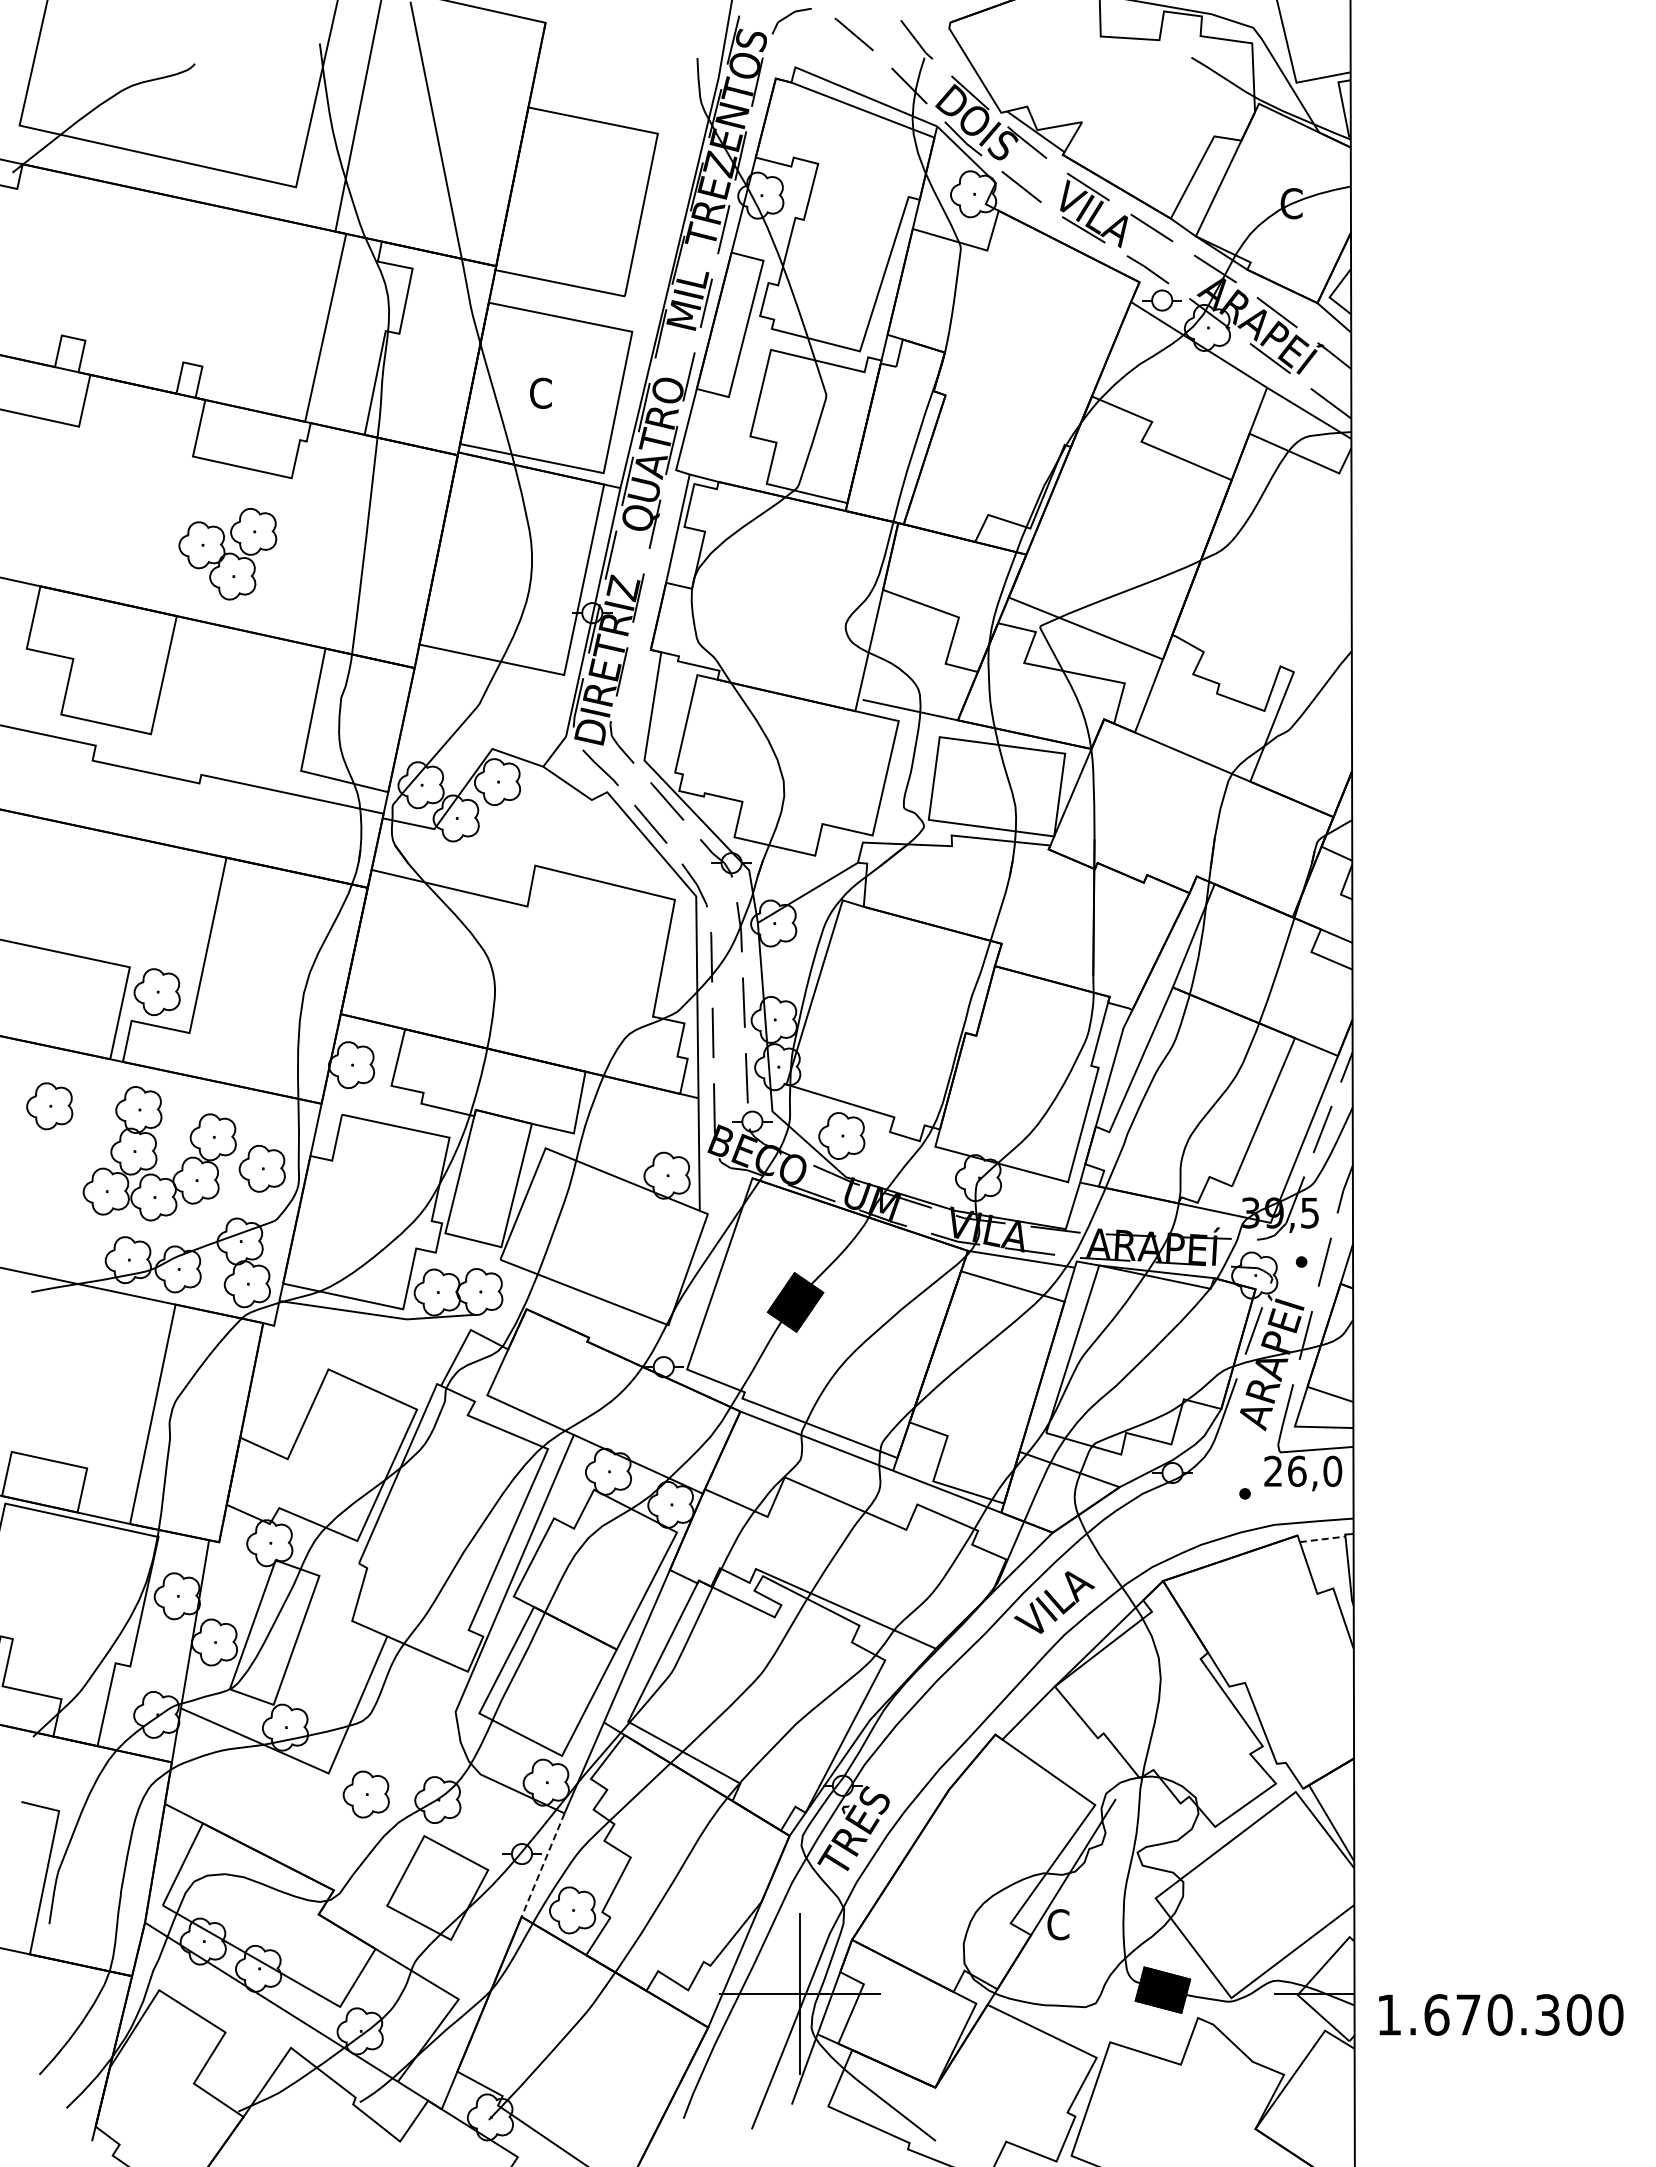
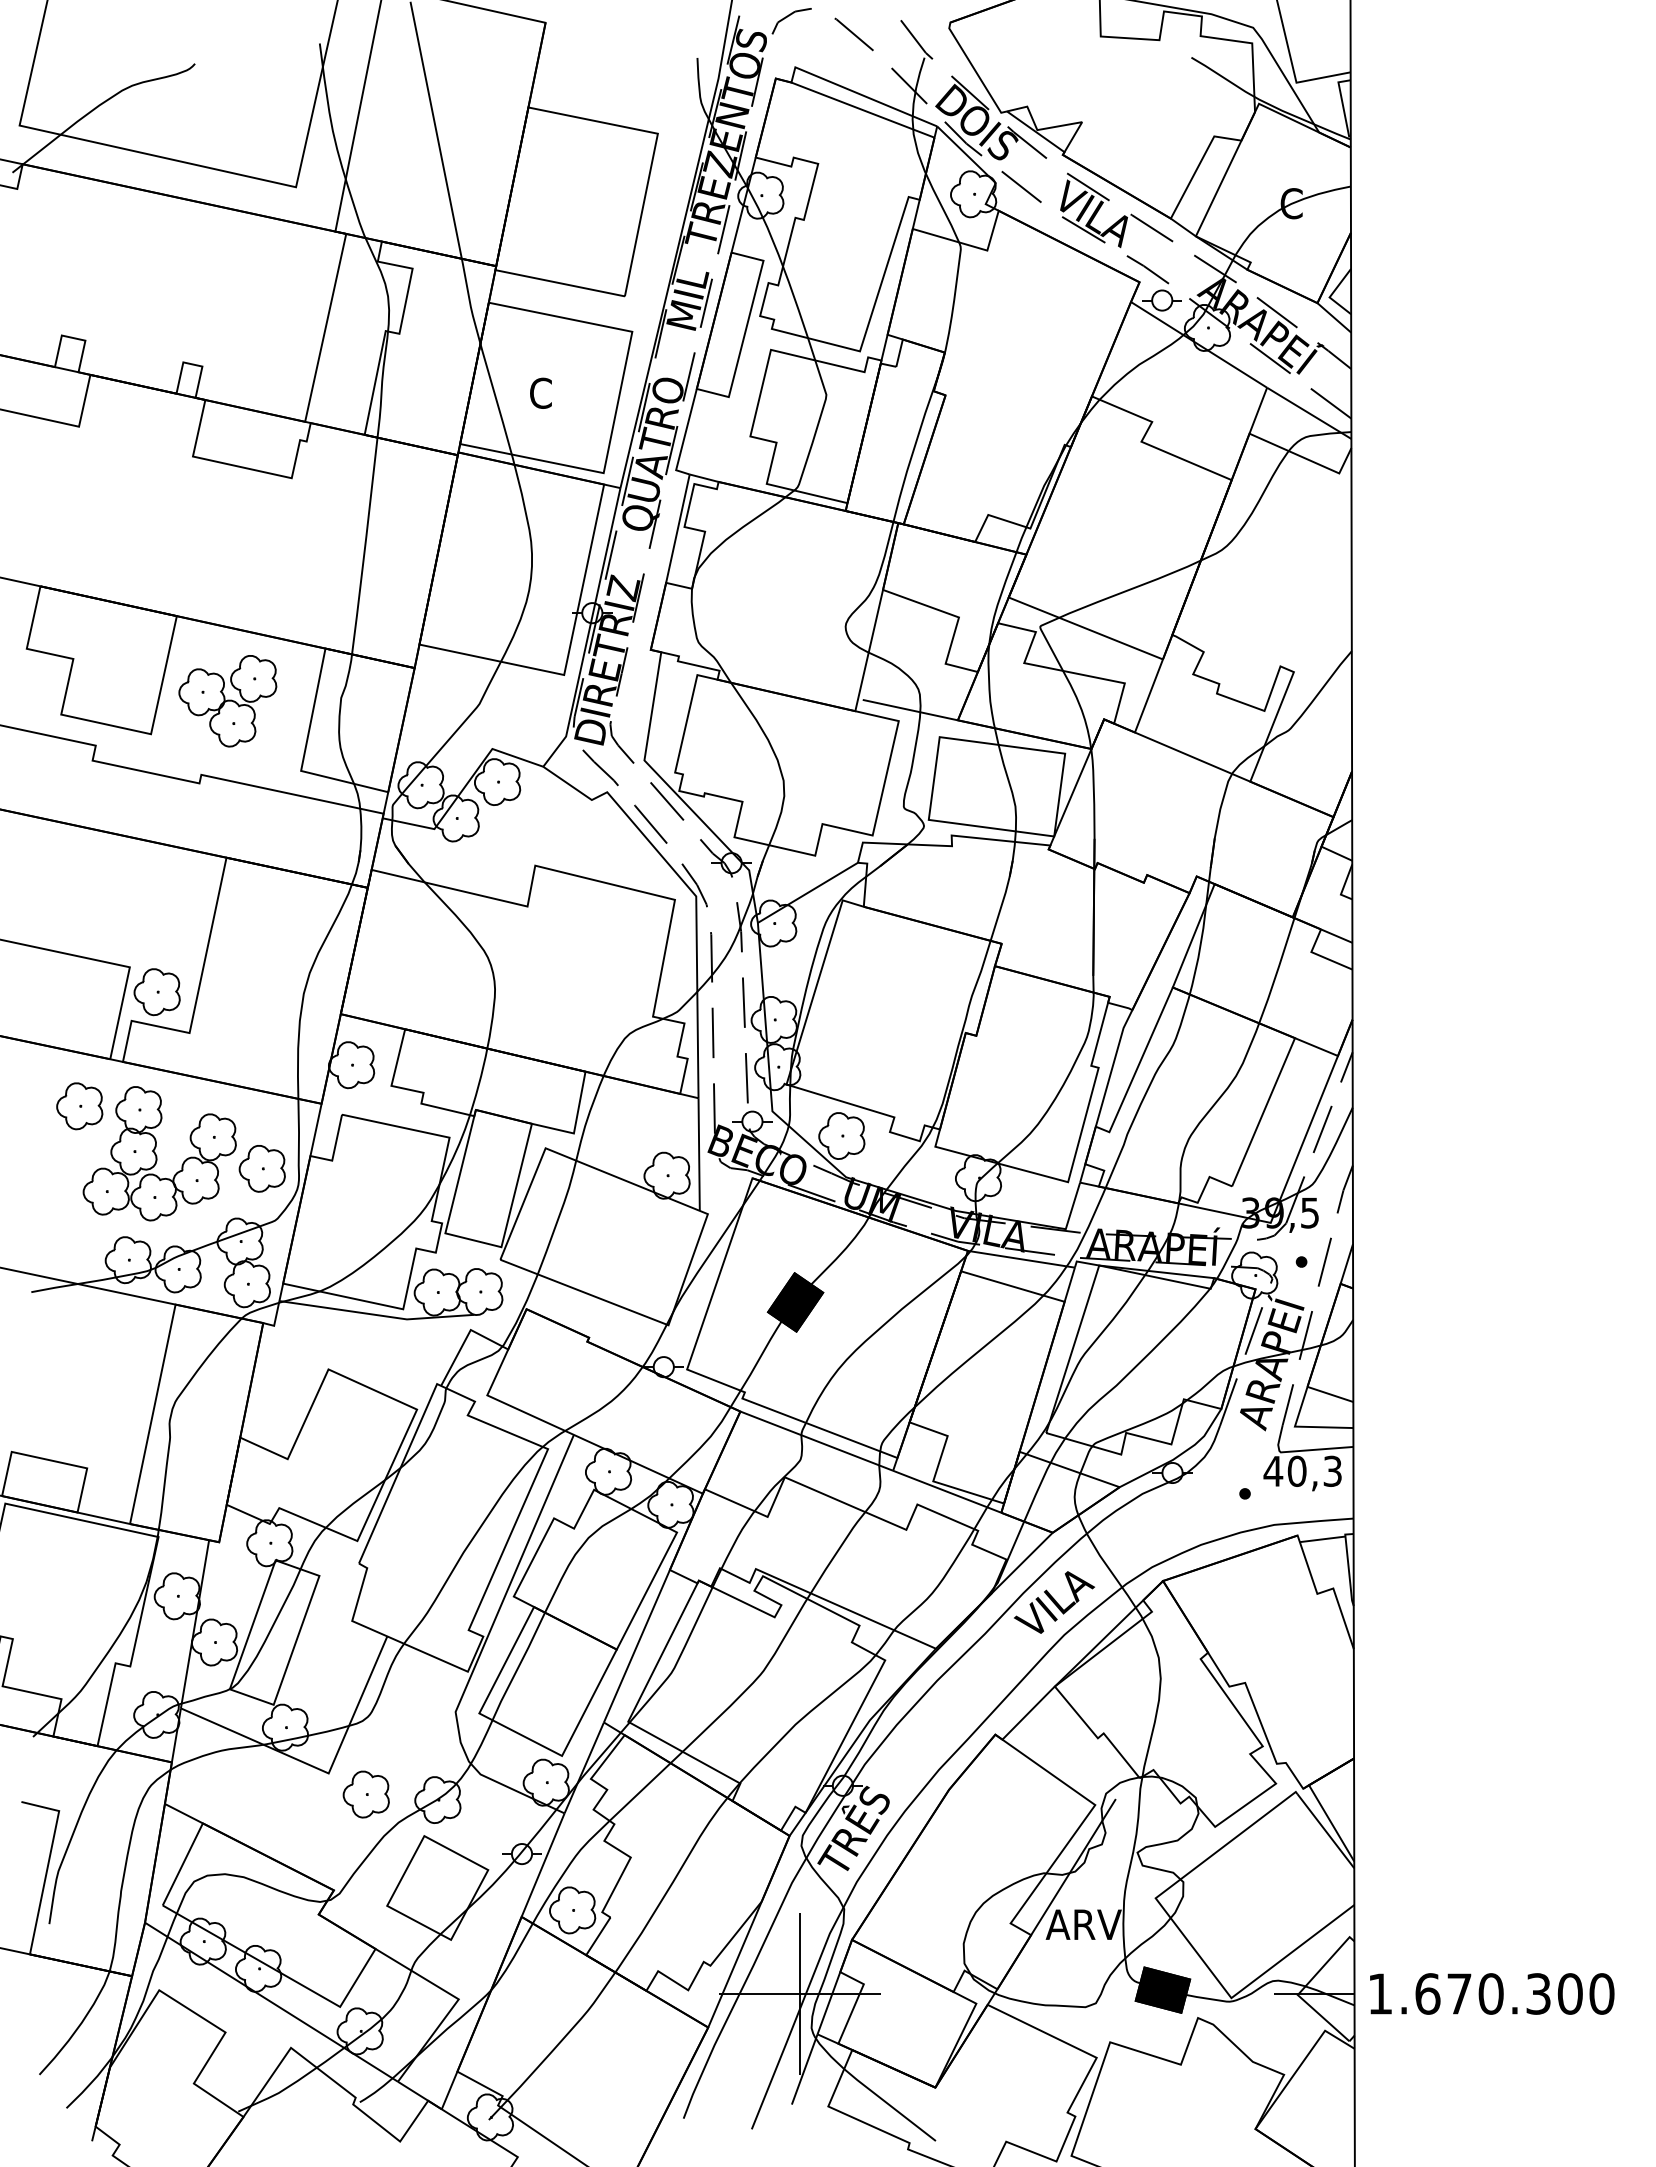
part at (227, 554) position: (227, 554) -> (227, 701)
part at (49, 1106) position: (49, 1106) -> (79, 1106)
text at (1302, 1470): 26,0 -> 40,3
line at (1322, 1539): dashed -> solid
line at (542, 1865): dashed -> solid
text at (1083, 1924): C -> ARV
text at (1501, 2014) position: (1501, 2014) -> (1492, 1993)
